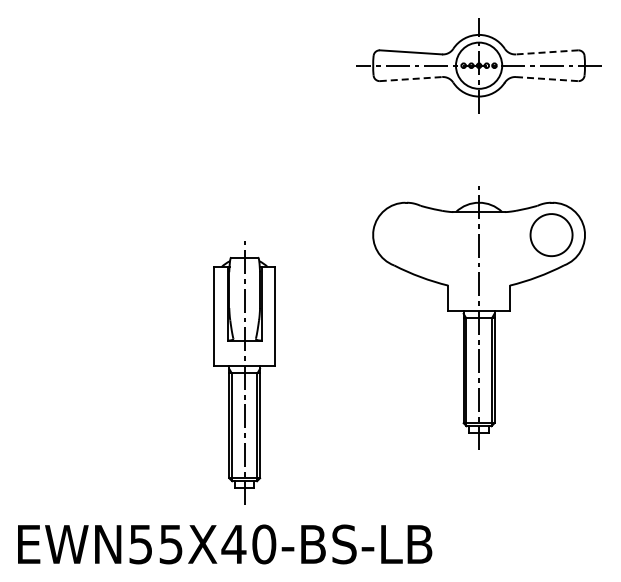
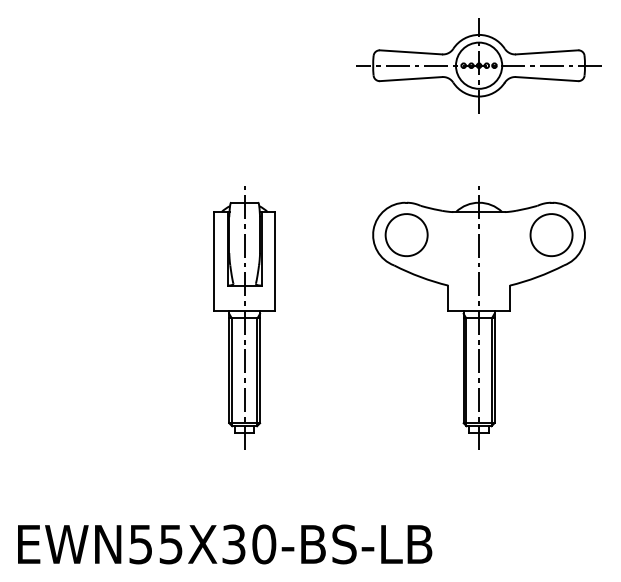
line at (546, 52): dashed -> solid
line at (411, 79): dashed -> solid
line at (547, 79): dashed -> solid
part at (406, 235): none -> present
part at (244, 372) position: (244, 372) -> (244, 317)
text at (233, 544): EWN55X40-BS-LB -> EWN55X30-BS-LB
